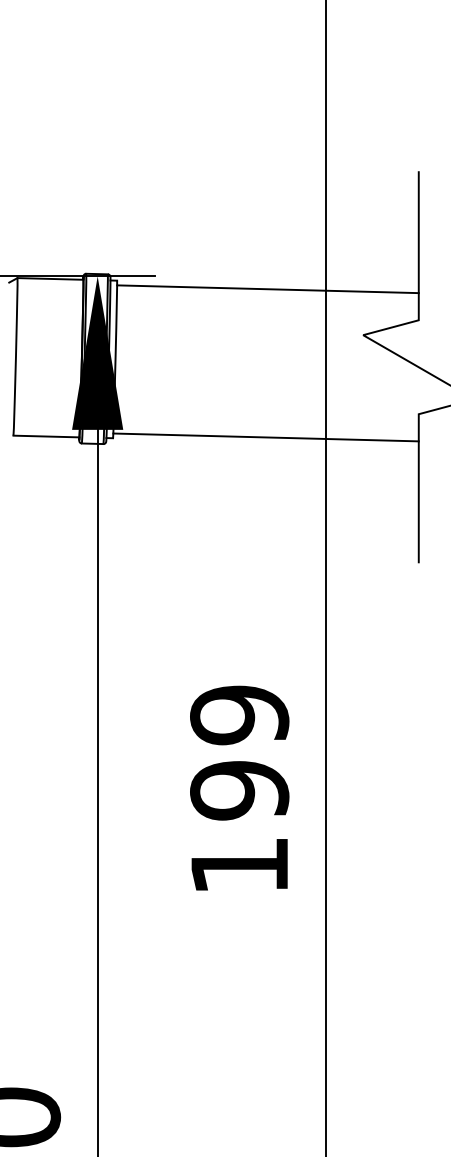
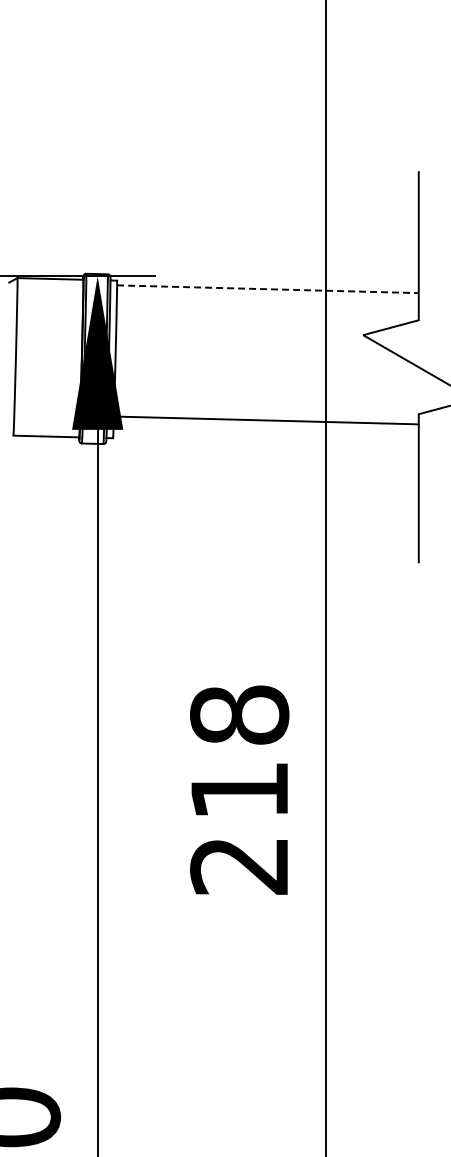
line at (267, 289): solid -> dashed
line at (265, 437) position: (265, 437) -> (265, 420)
text at (239, 789): 199 -> 218
